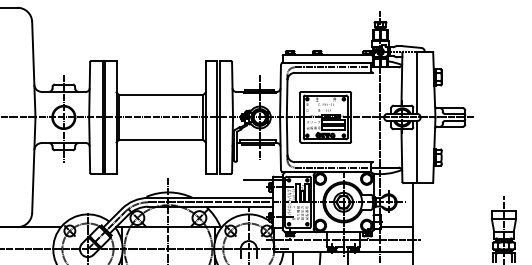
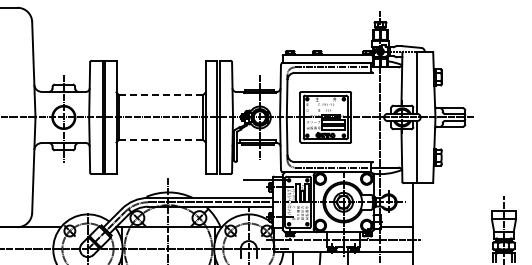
line at (161, 95): solid -> dashed
line at (161, 139): solid -> dashed
